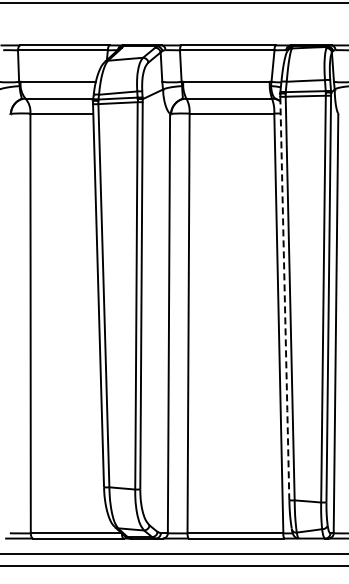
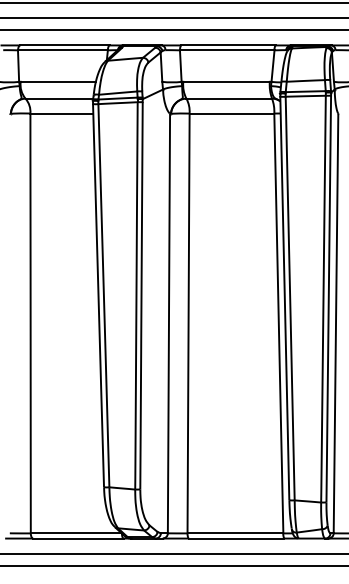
line at (173, 17): none -> present
line at (173, 30): none -> present
line at (284, 298): dashed -> solid
